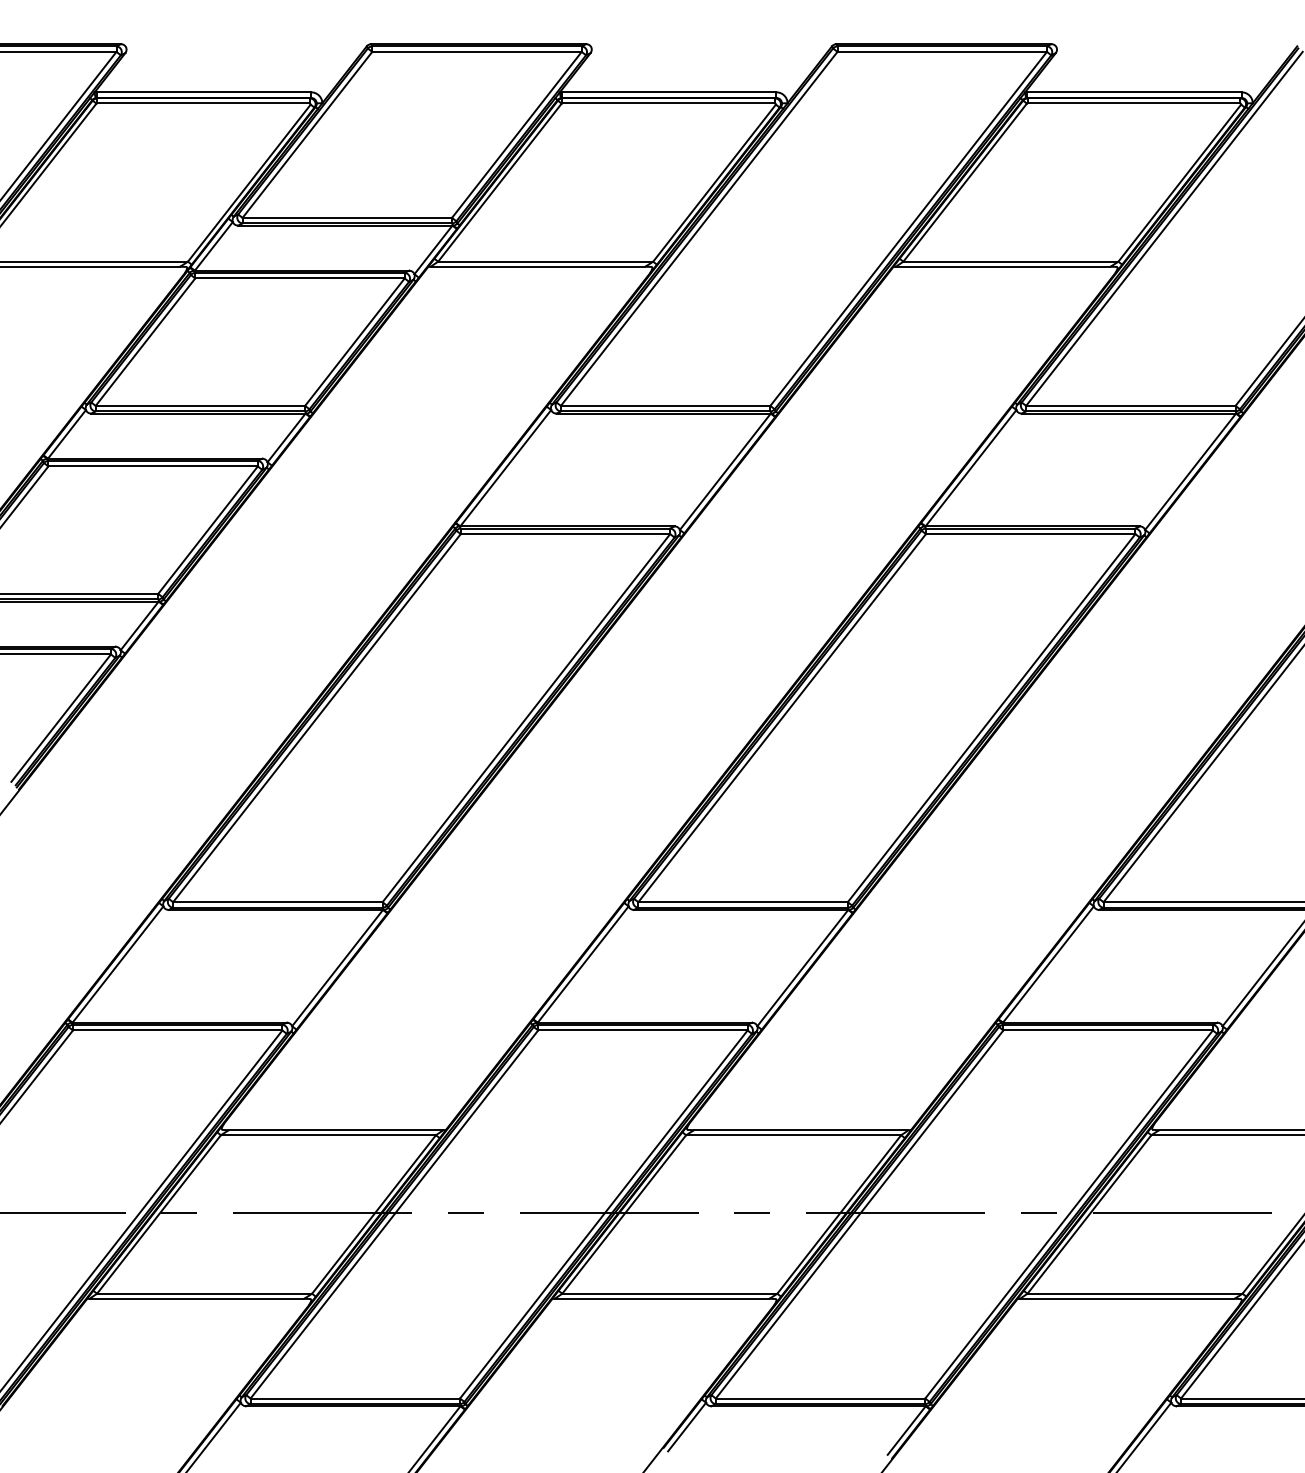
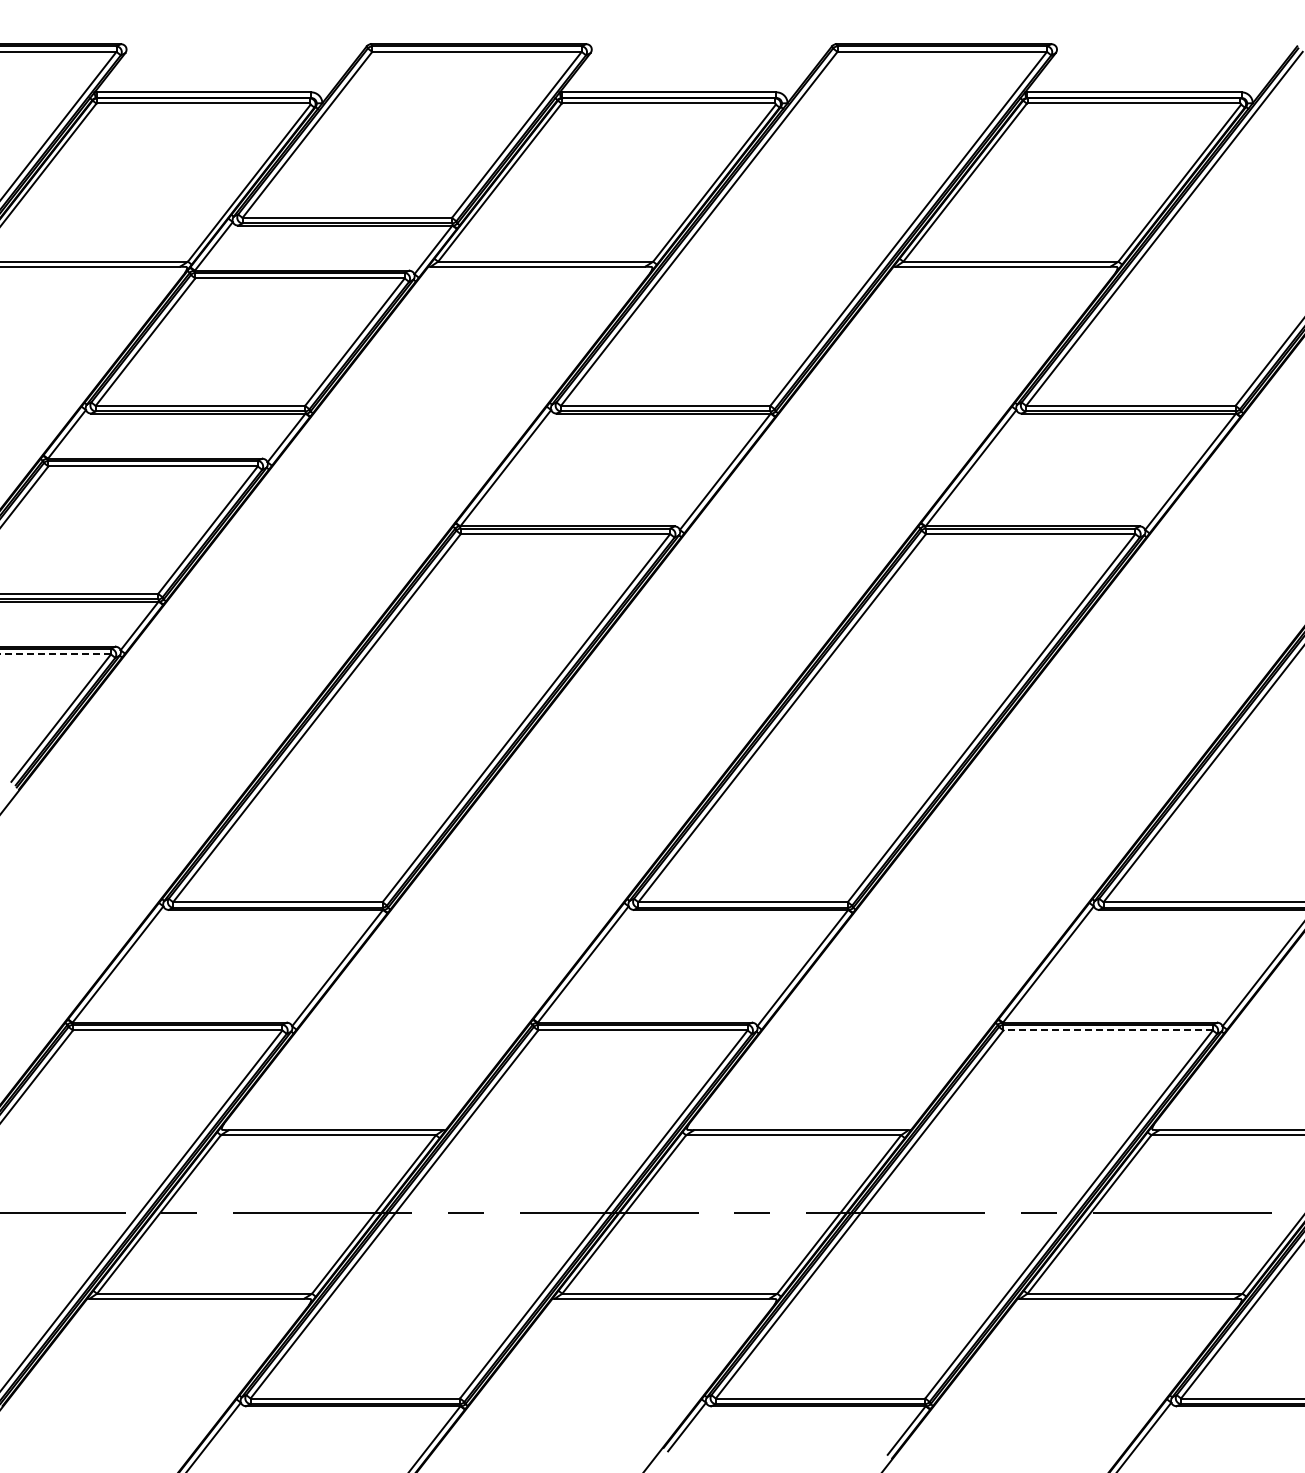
line at (55, 654): solid -> dashed
line at (1108, 1030): solid -> dashed
